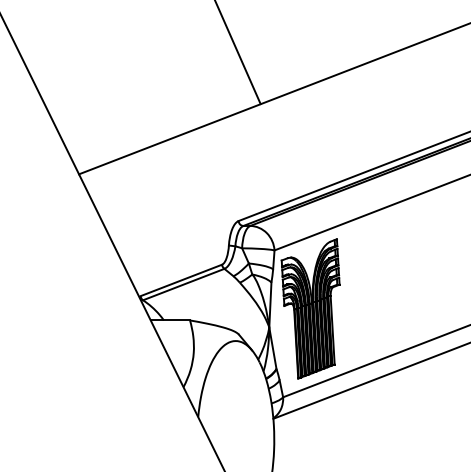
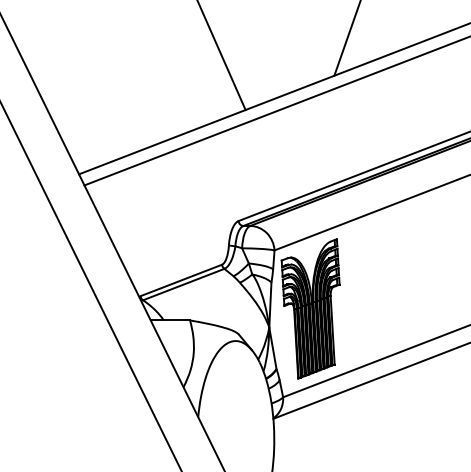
line at (347, 38): none -> present
line at (237, 53) position: (237, 53) -> (221, 56)
line at (275, 111): none -> present
line at (91, 286): none -> present
